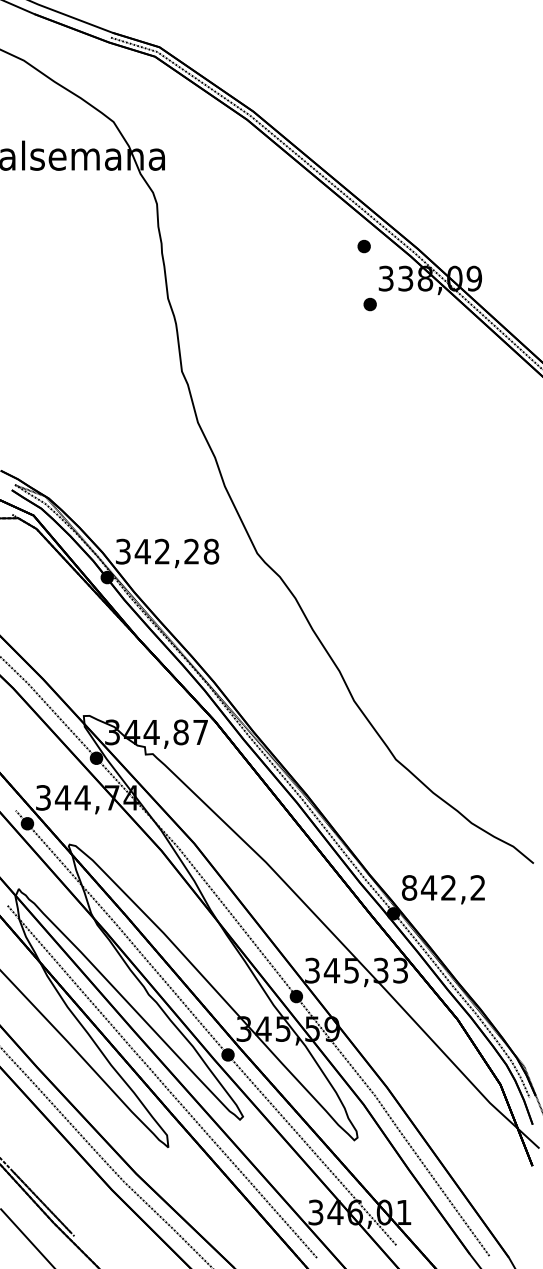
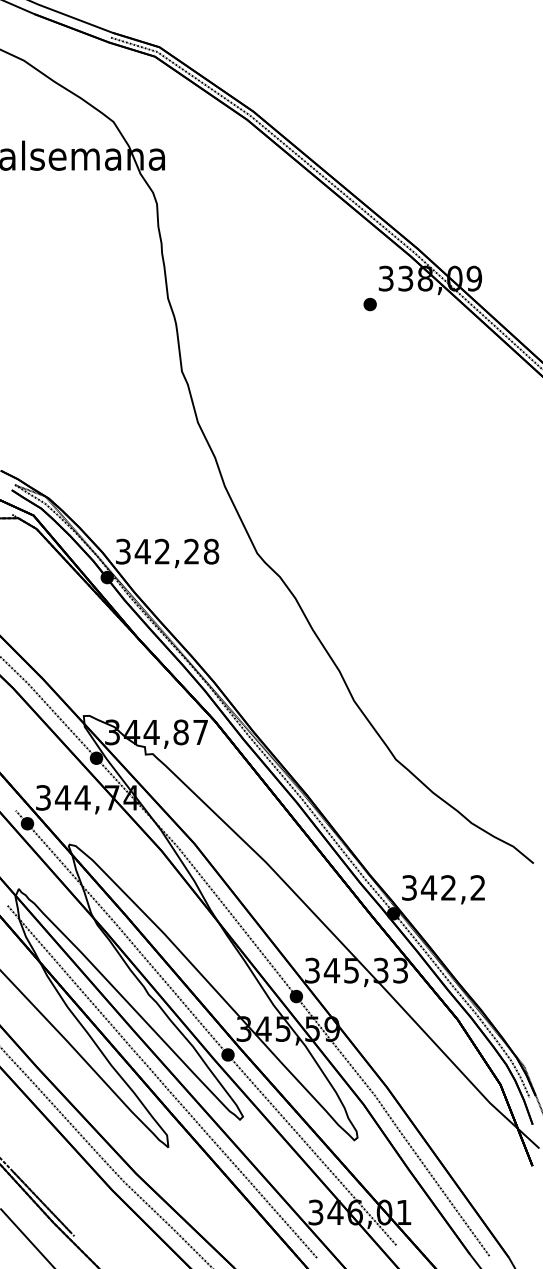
part at (363, 246): present -> none
text at (409, 887): 842,2 -> 342,2
